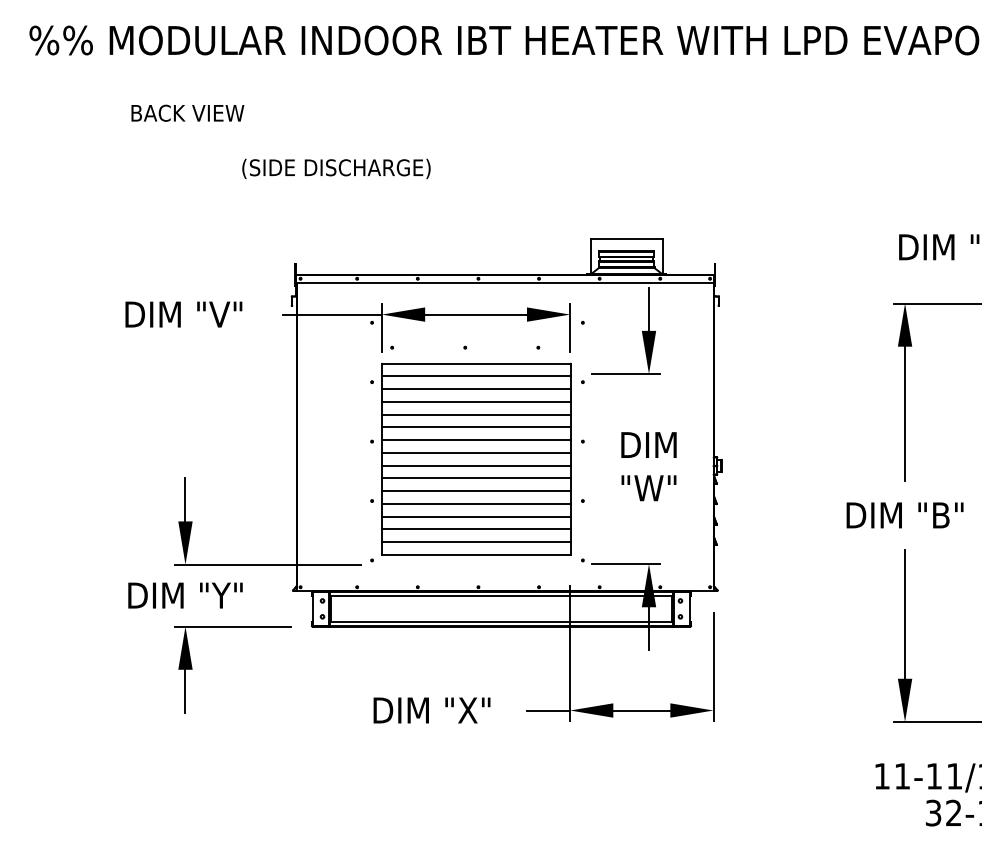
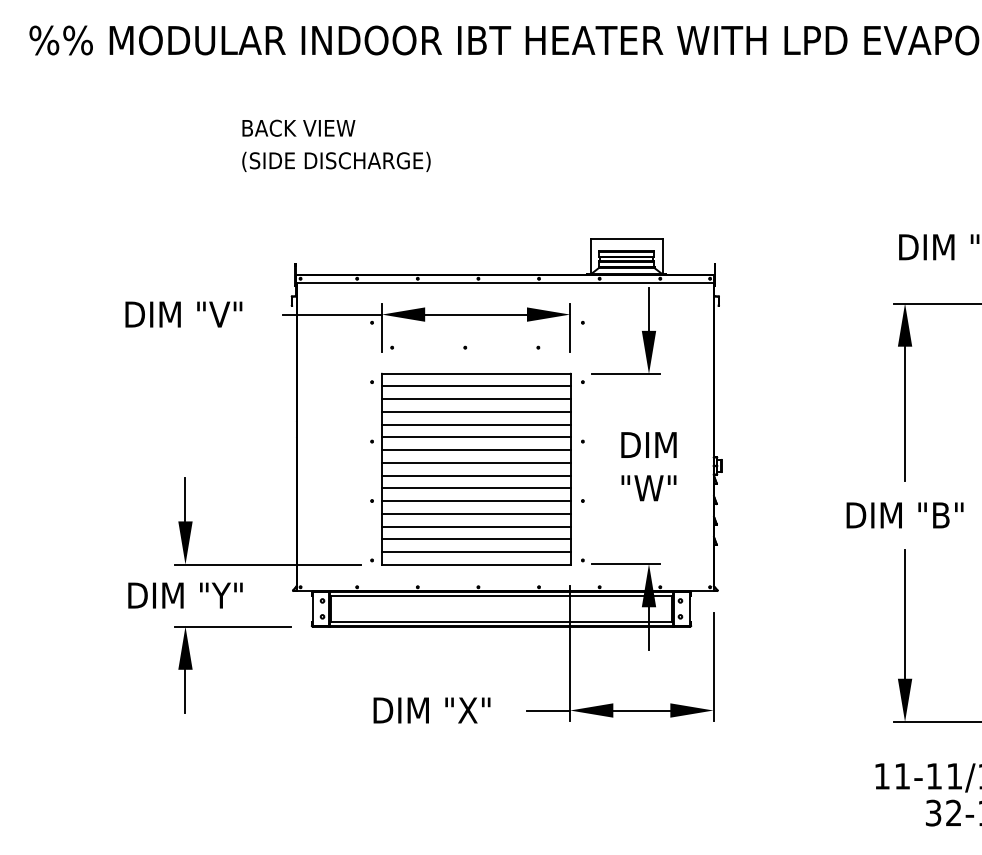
text at (187, 112) position: (187, 112) -> (298, 127)
text at (336, 168) position: (336, 168) -> (336, 161)
part at (476, 458) position: (476, 458) -> (476, 468)
